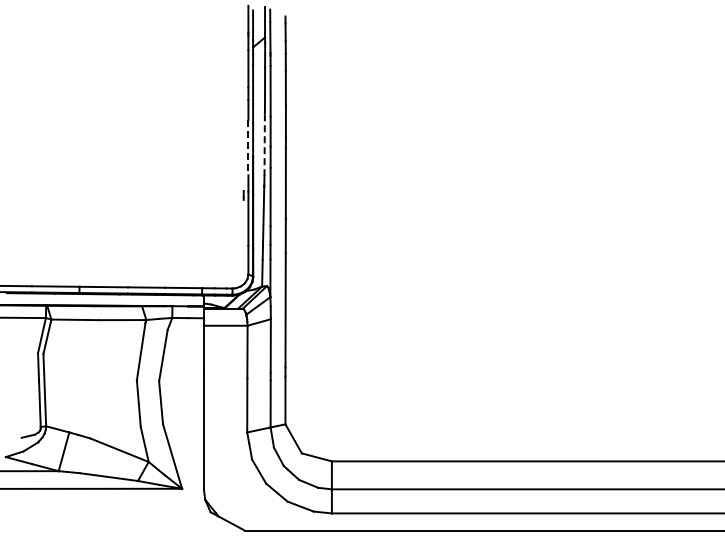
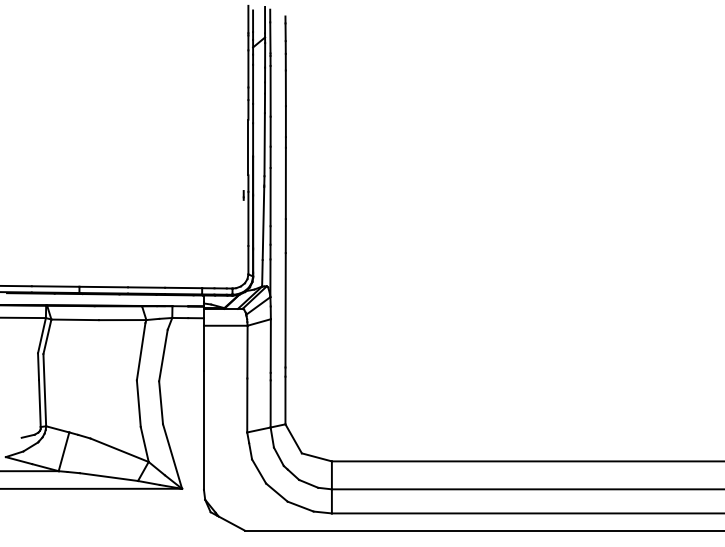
line at (264, 144): dashed -> solid
line at (248, 147): dashed -> solid
